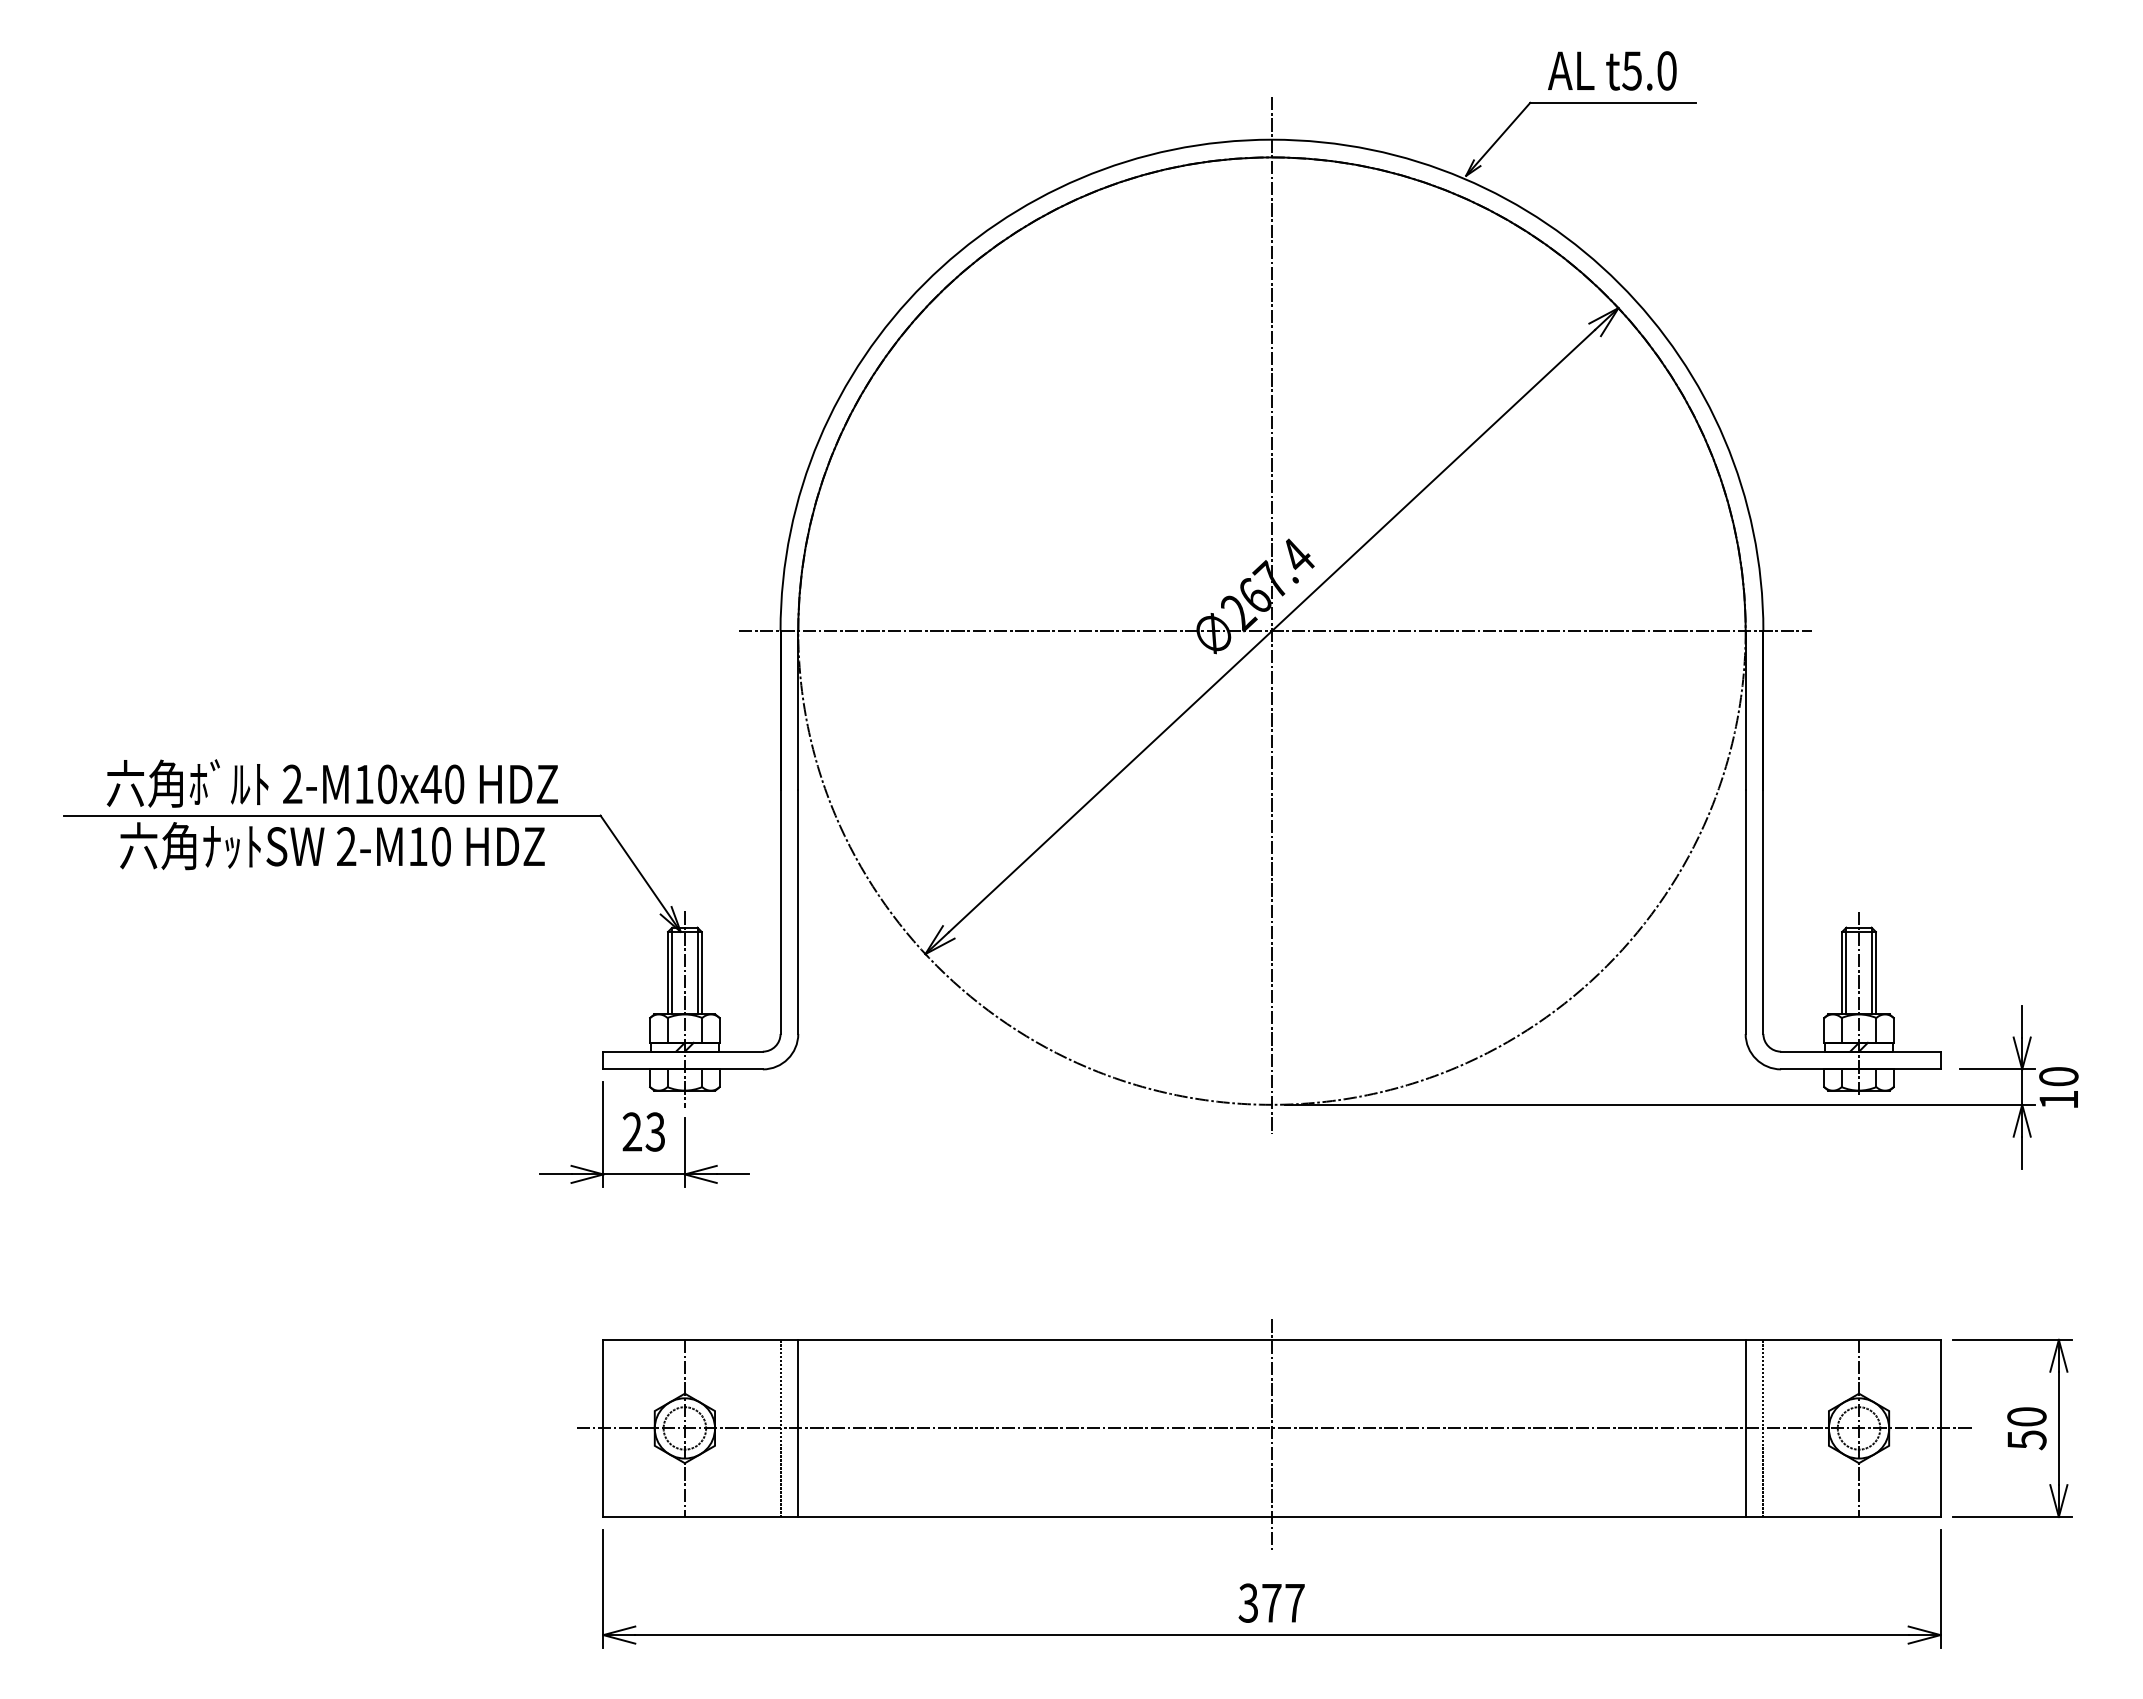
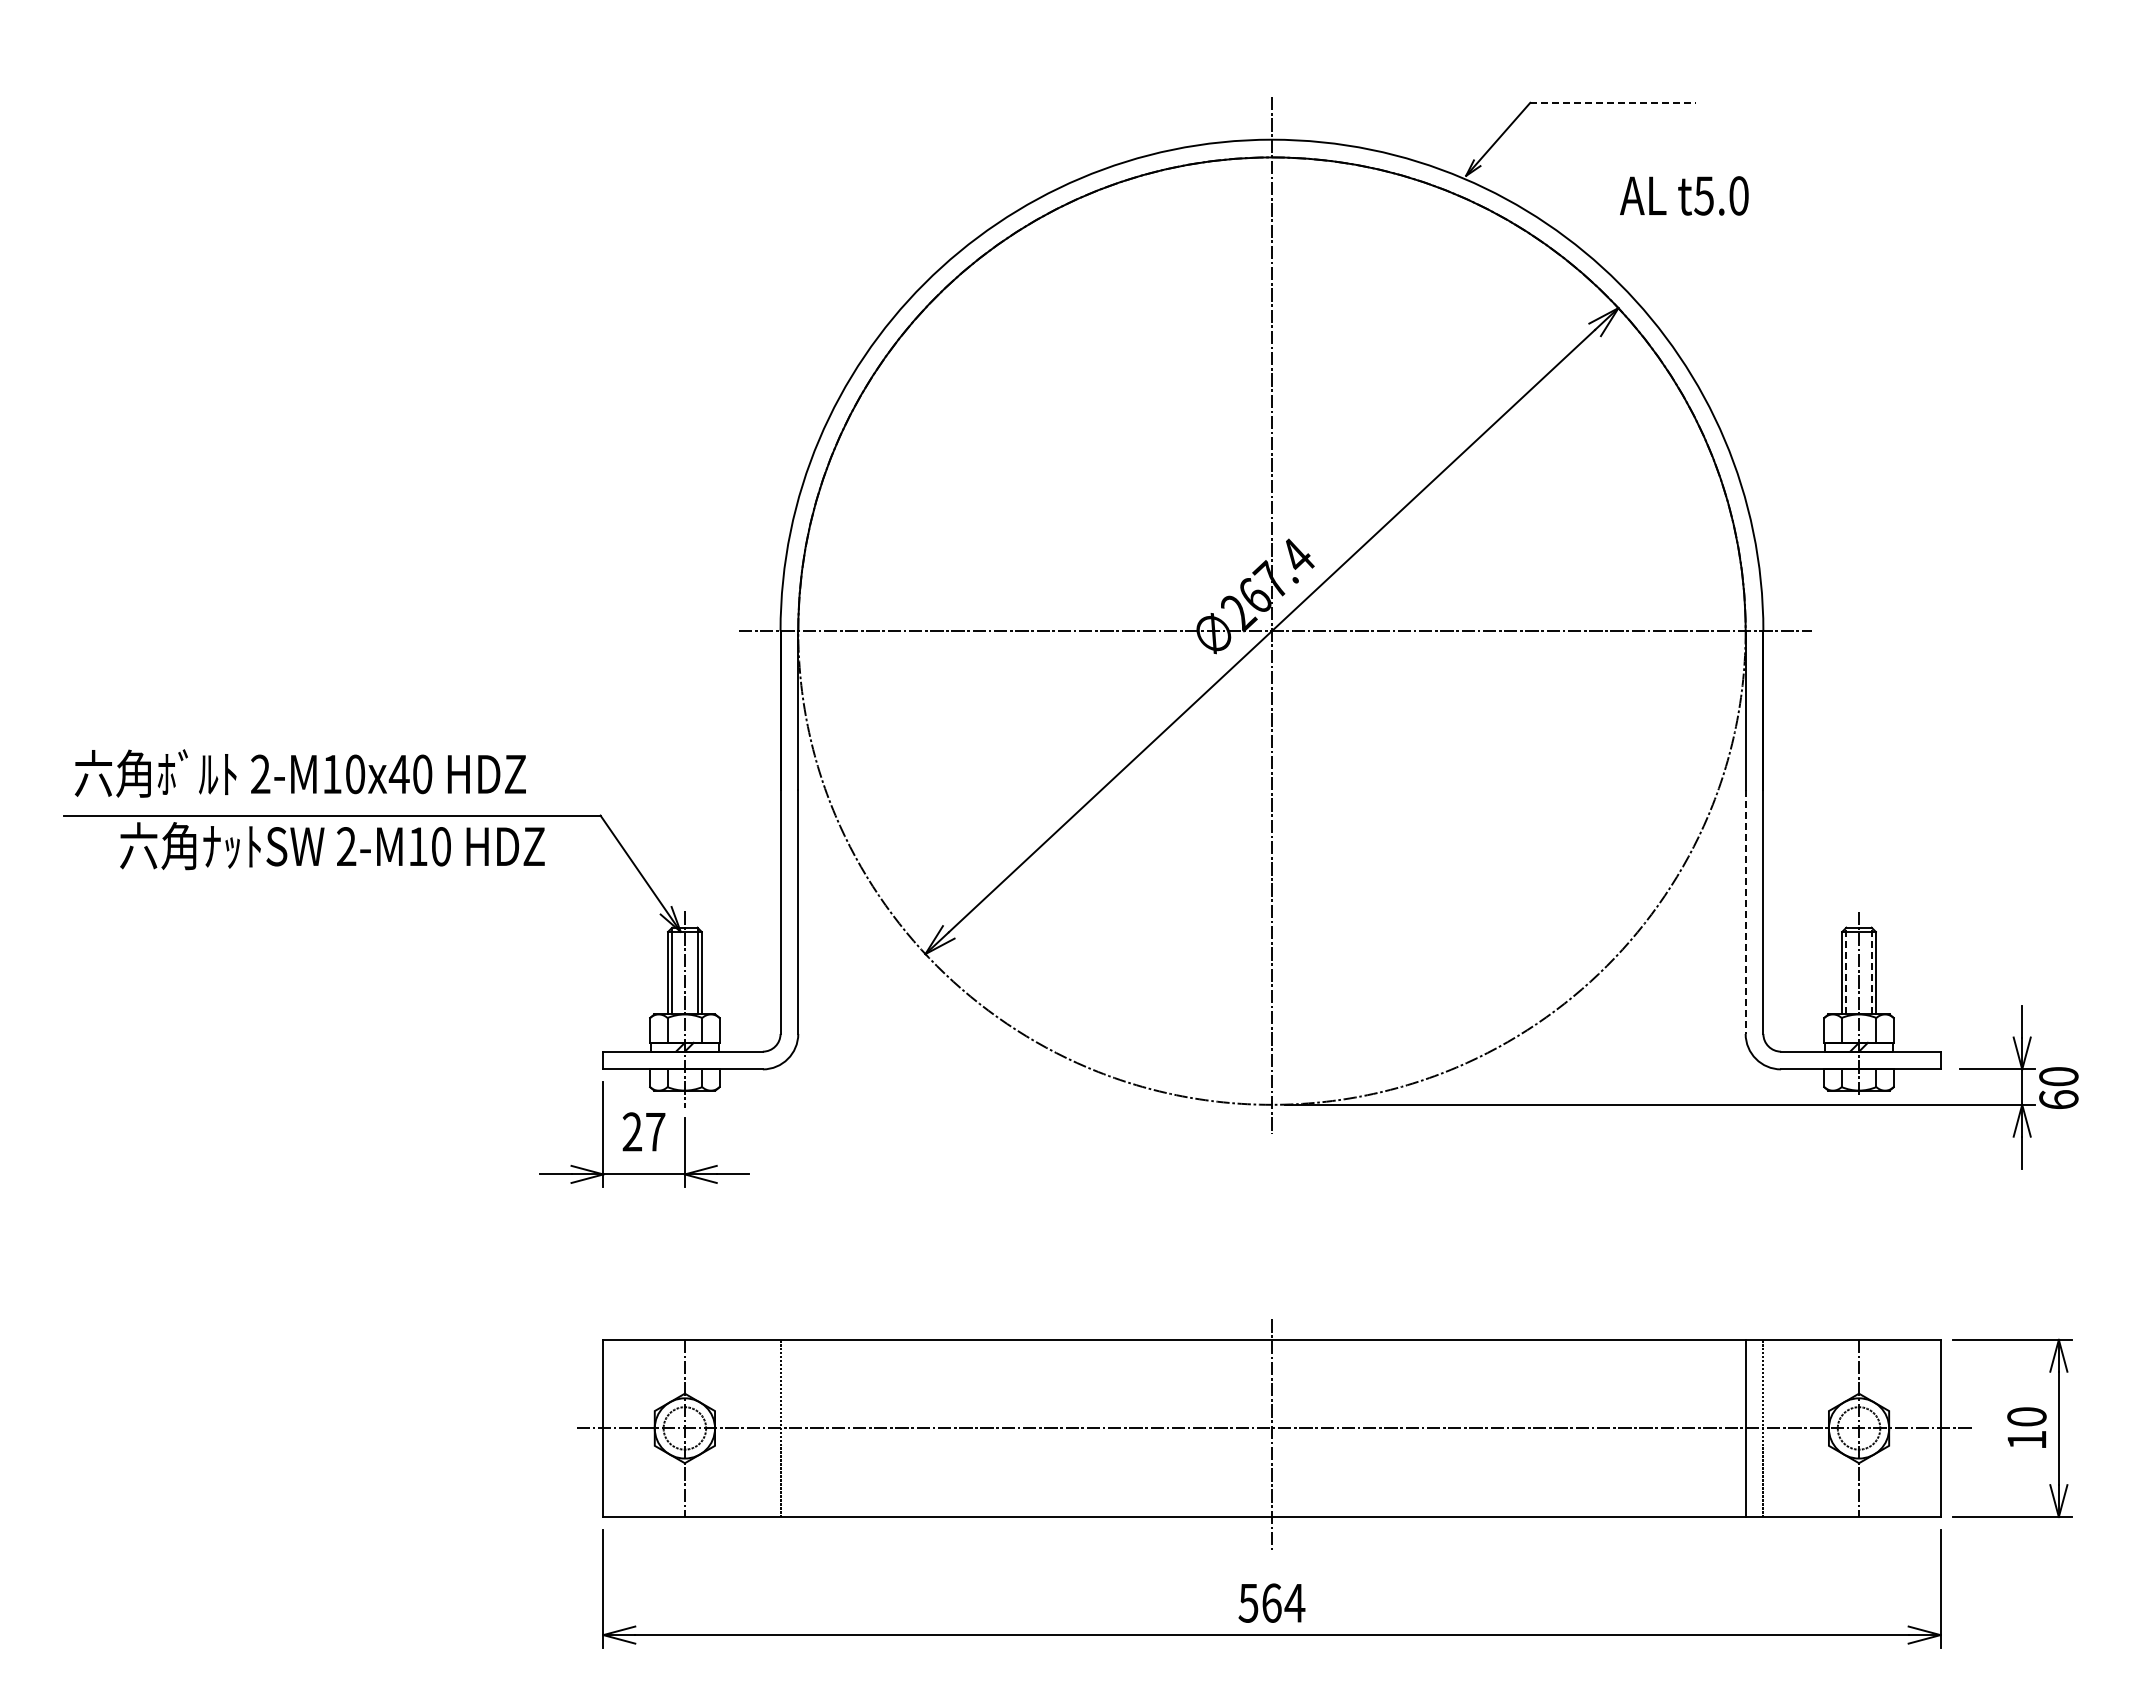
text at (1612, 70) position: (1612, 70) -> (1684, 195)
line at (1613, 102): solid -> dashed
text at (331, 783) position: (331, 783) -> (299, 773)
line at (1745, 912): solid -> dashed
line at (1846, 970): solid -> dashed
line at (1871, 970): solid -> dashed
text at (2058, 1099): 10 -> 60
text at (655, 1131): 23 -> 27
line at (798, 1428): present -> none
text at (2026, 1440): 50 -> 10
text at (1271, 1602): 377 -> 564
